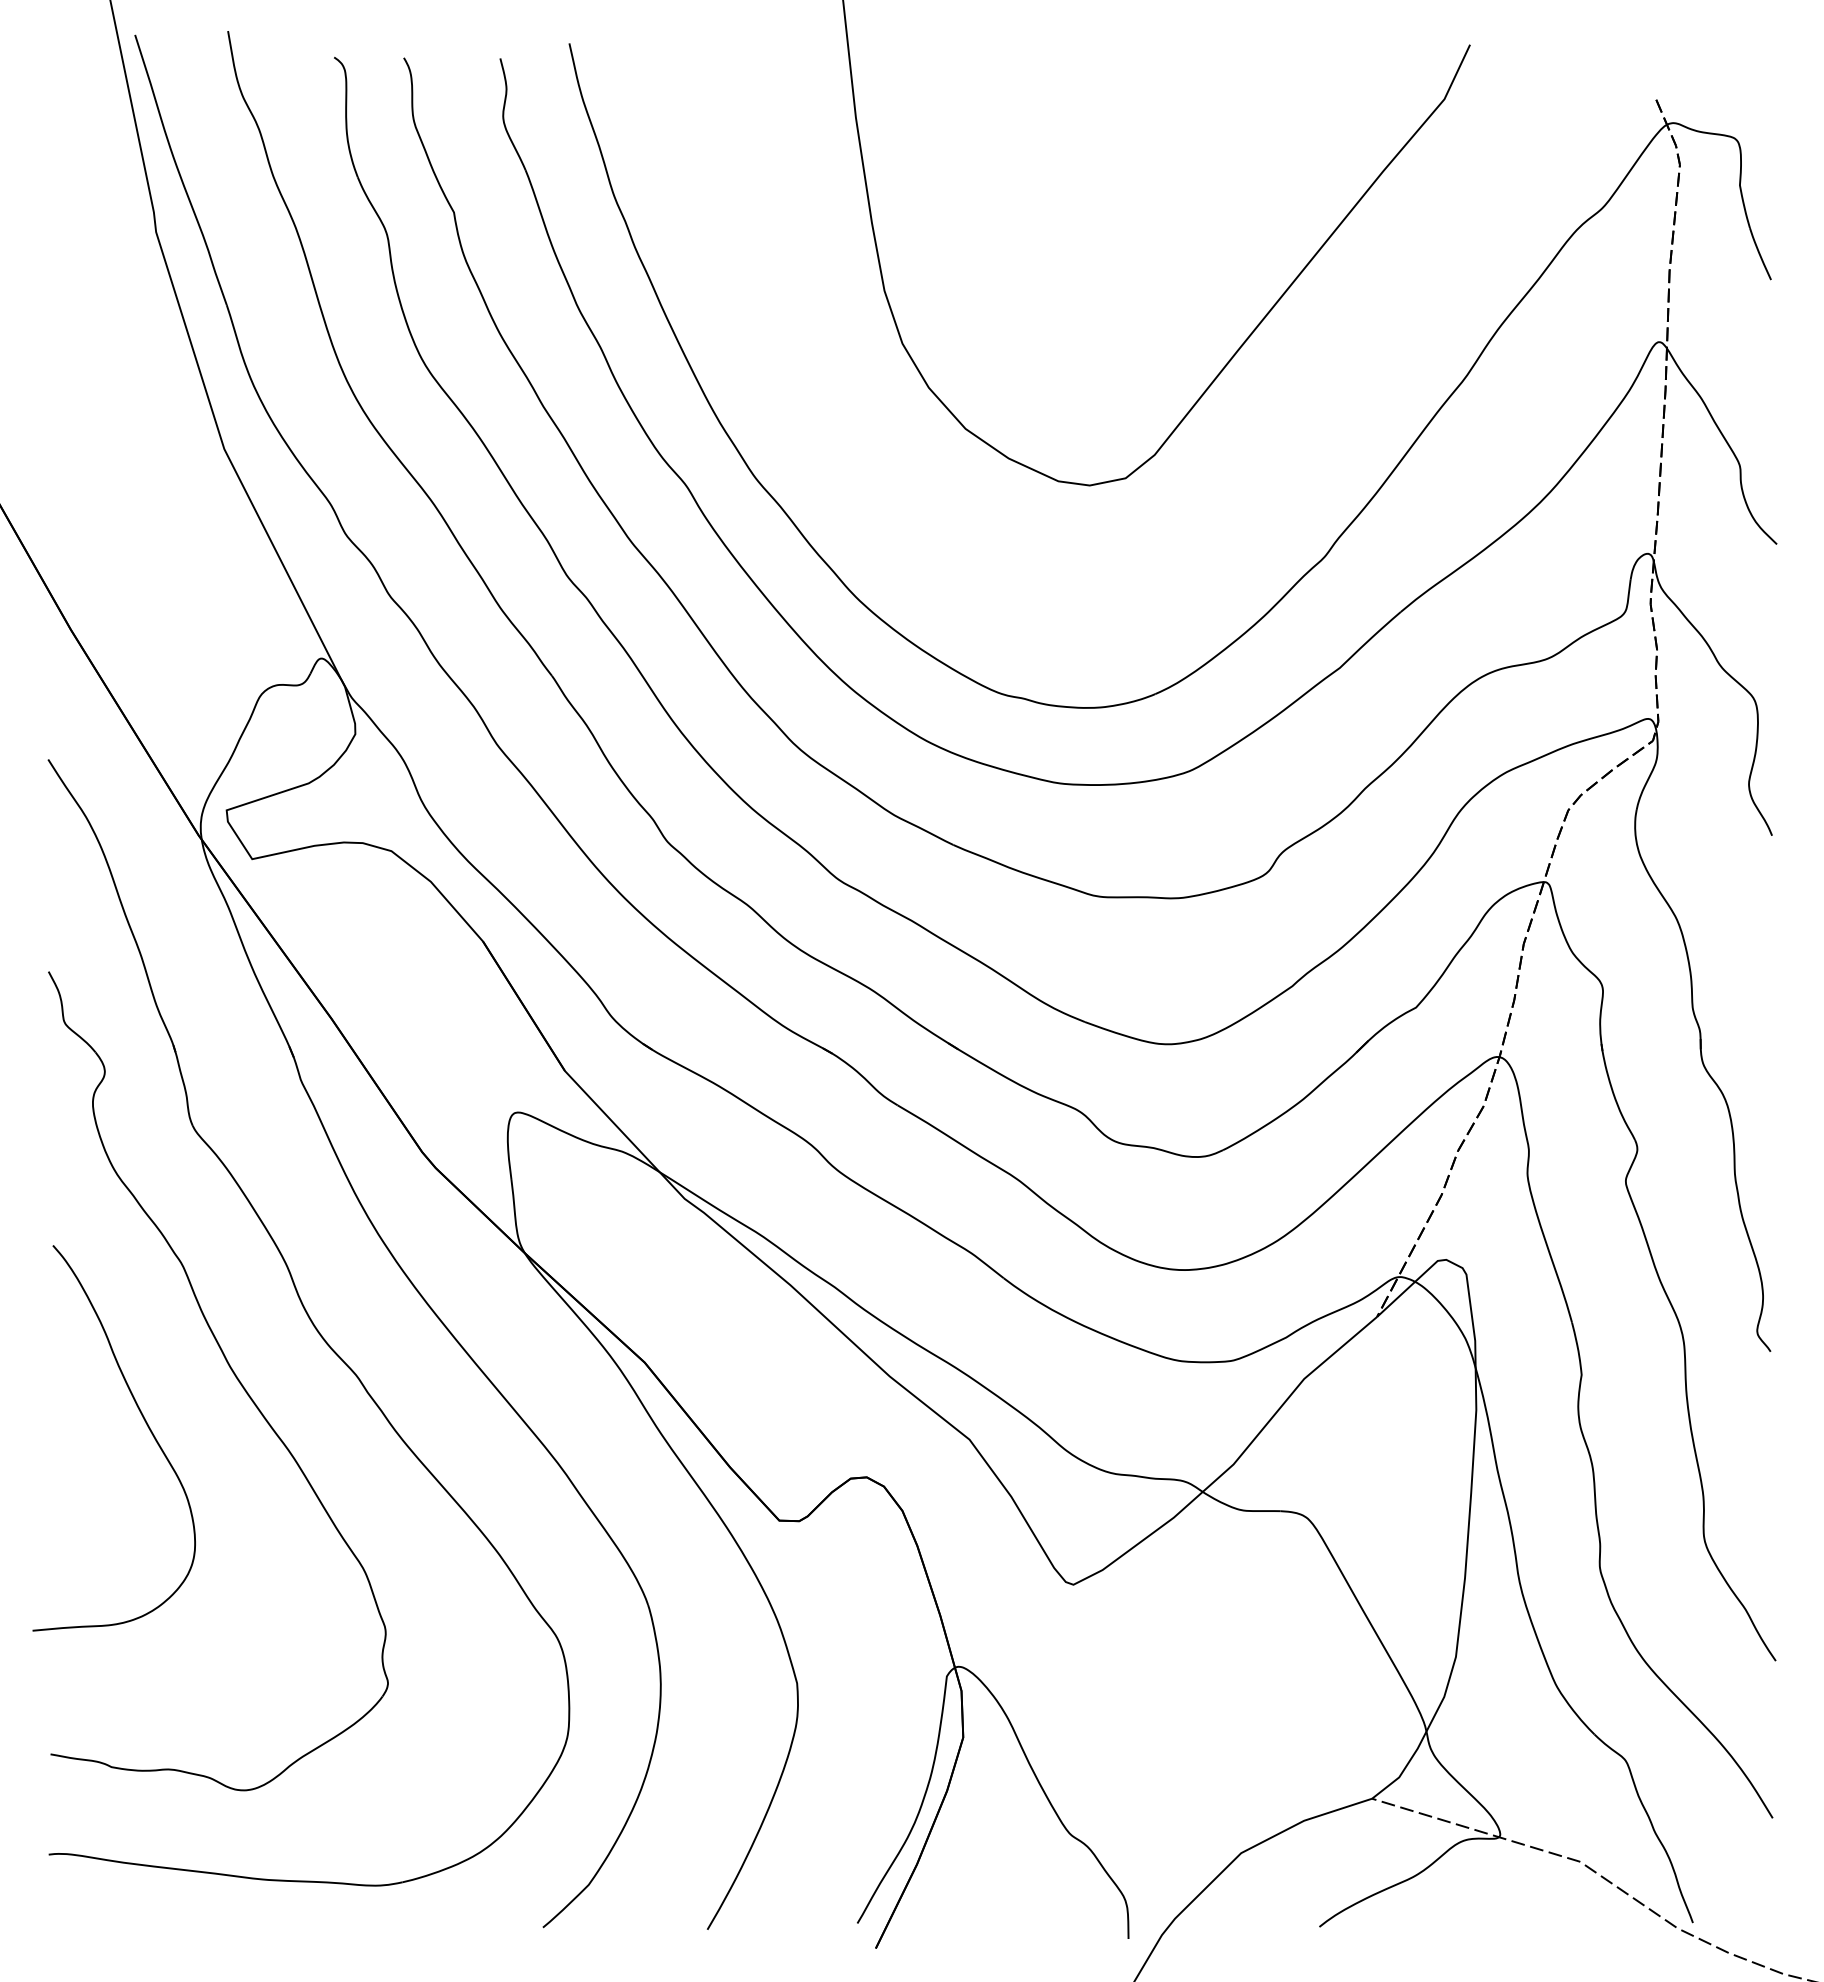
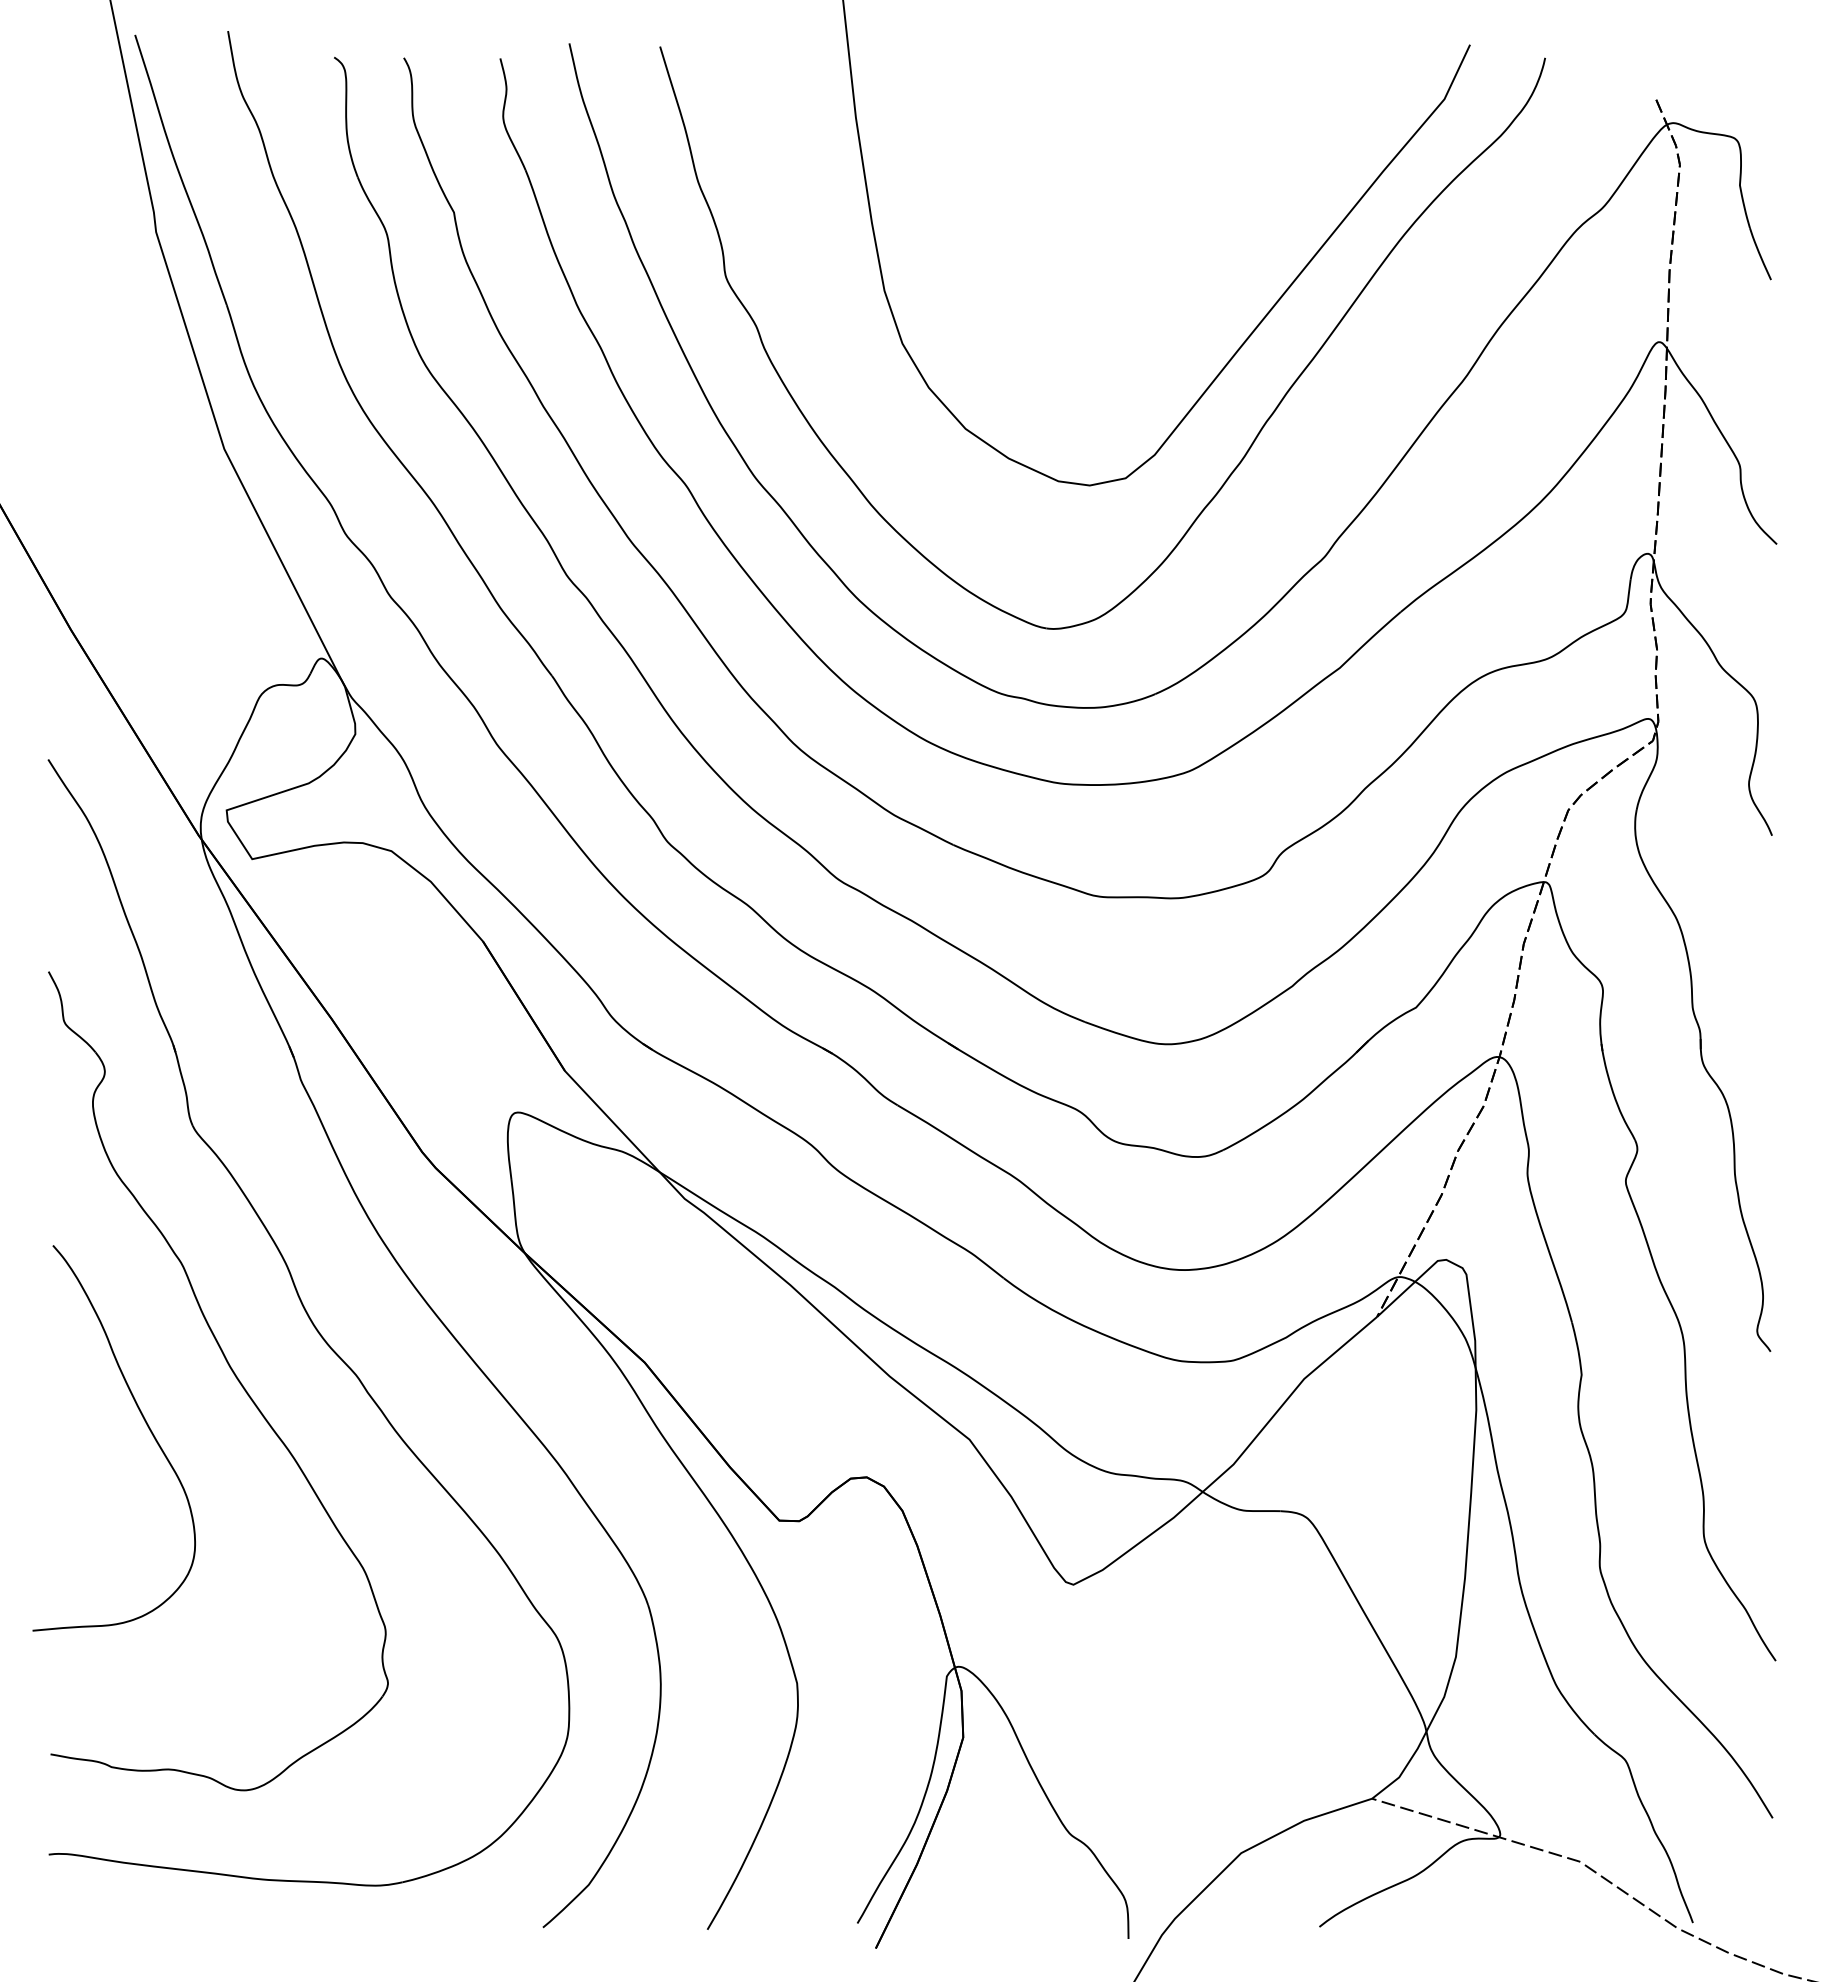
part at (1257, 433): none -> present
